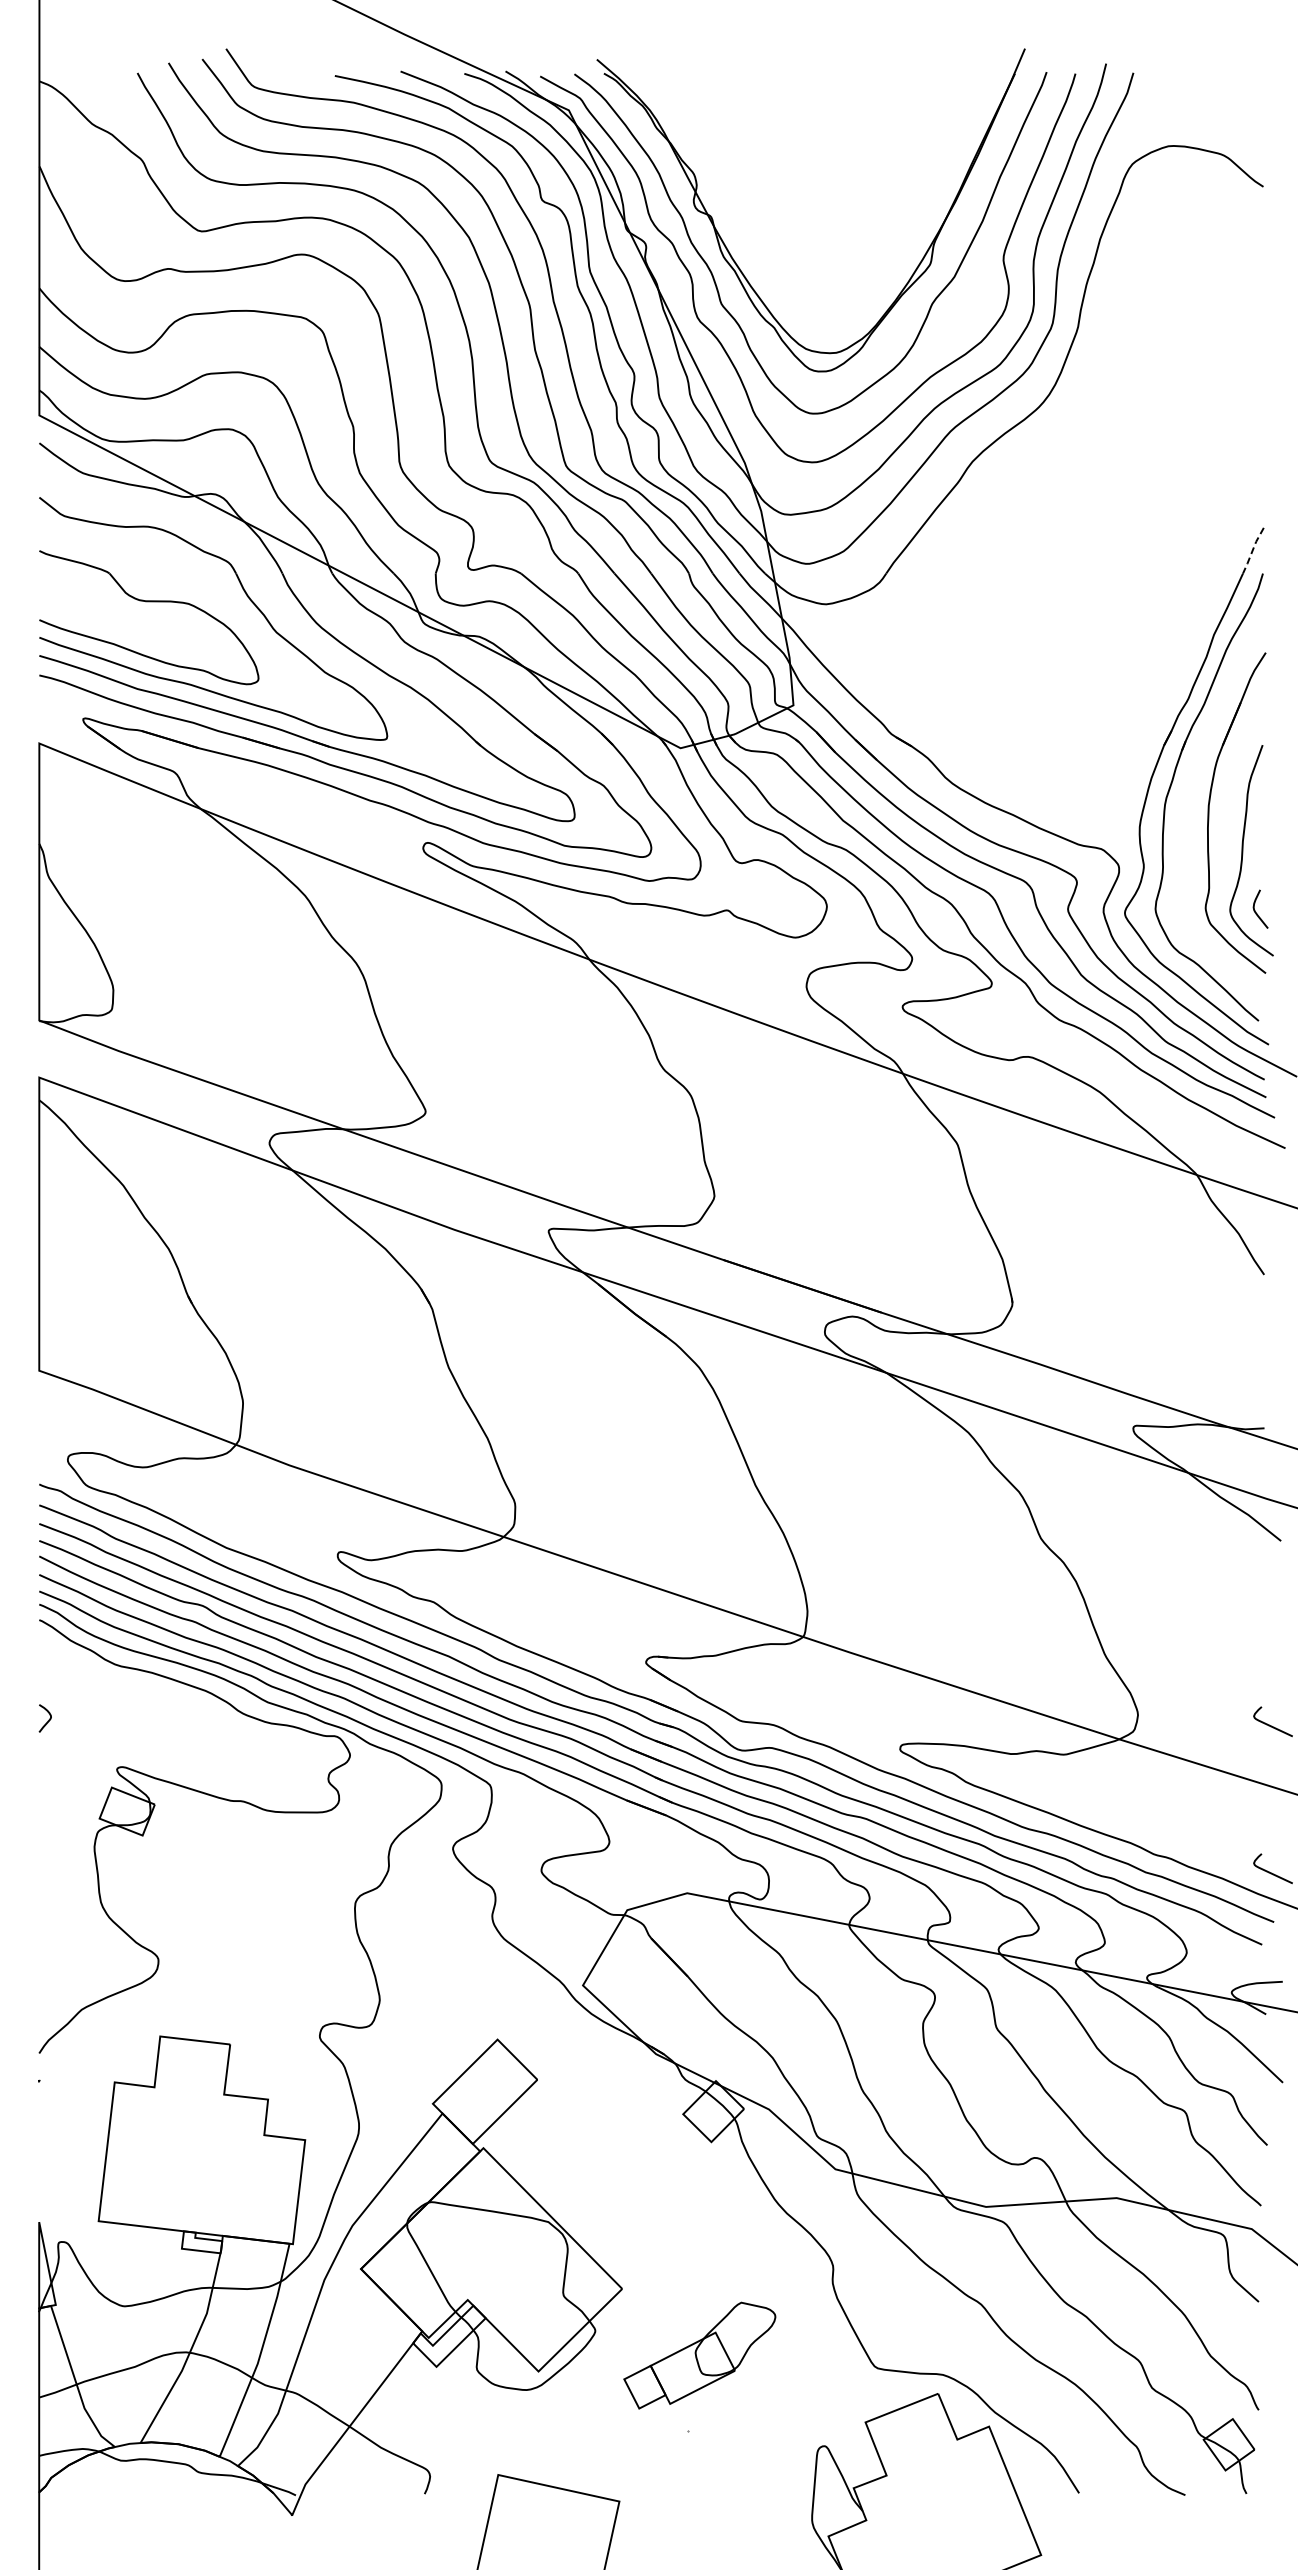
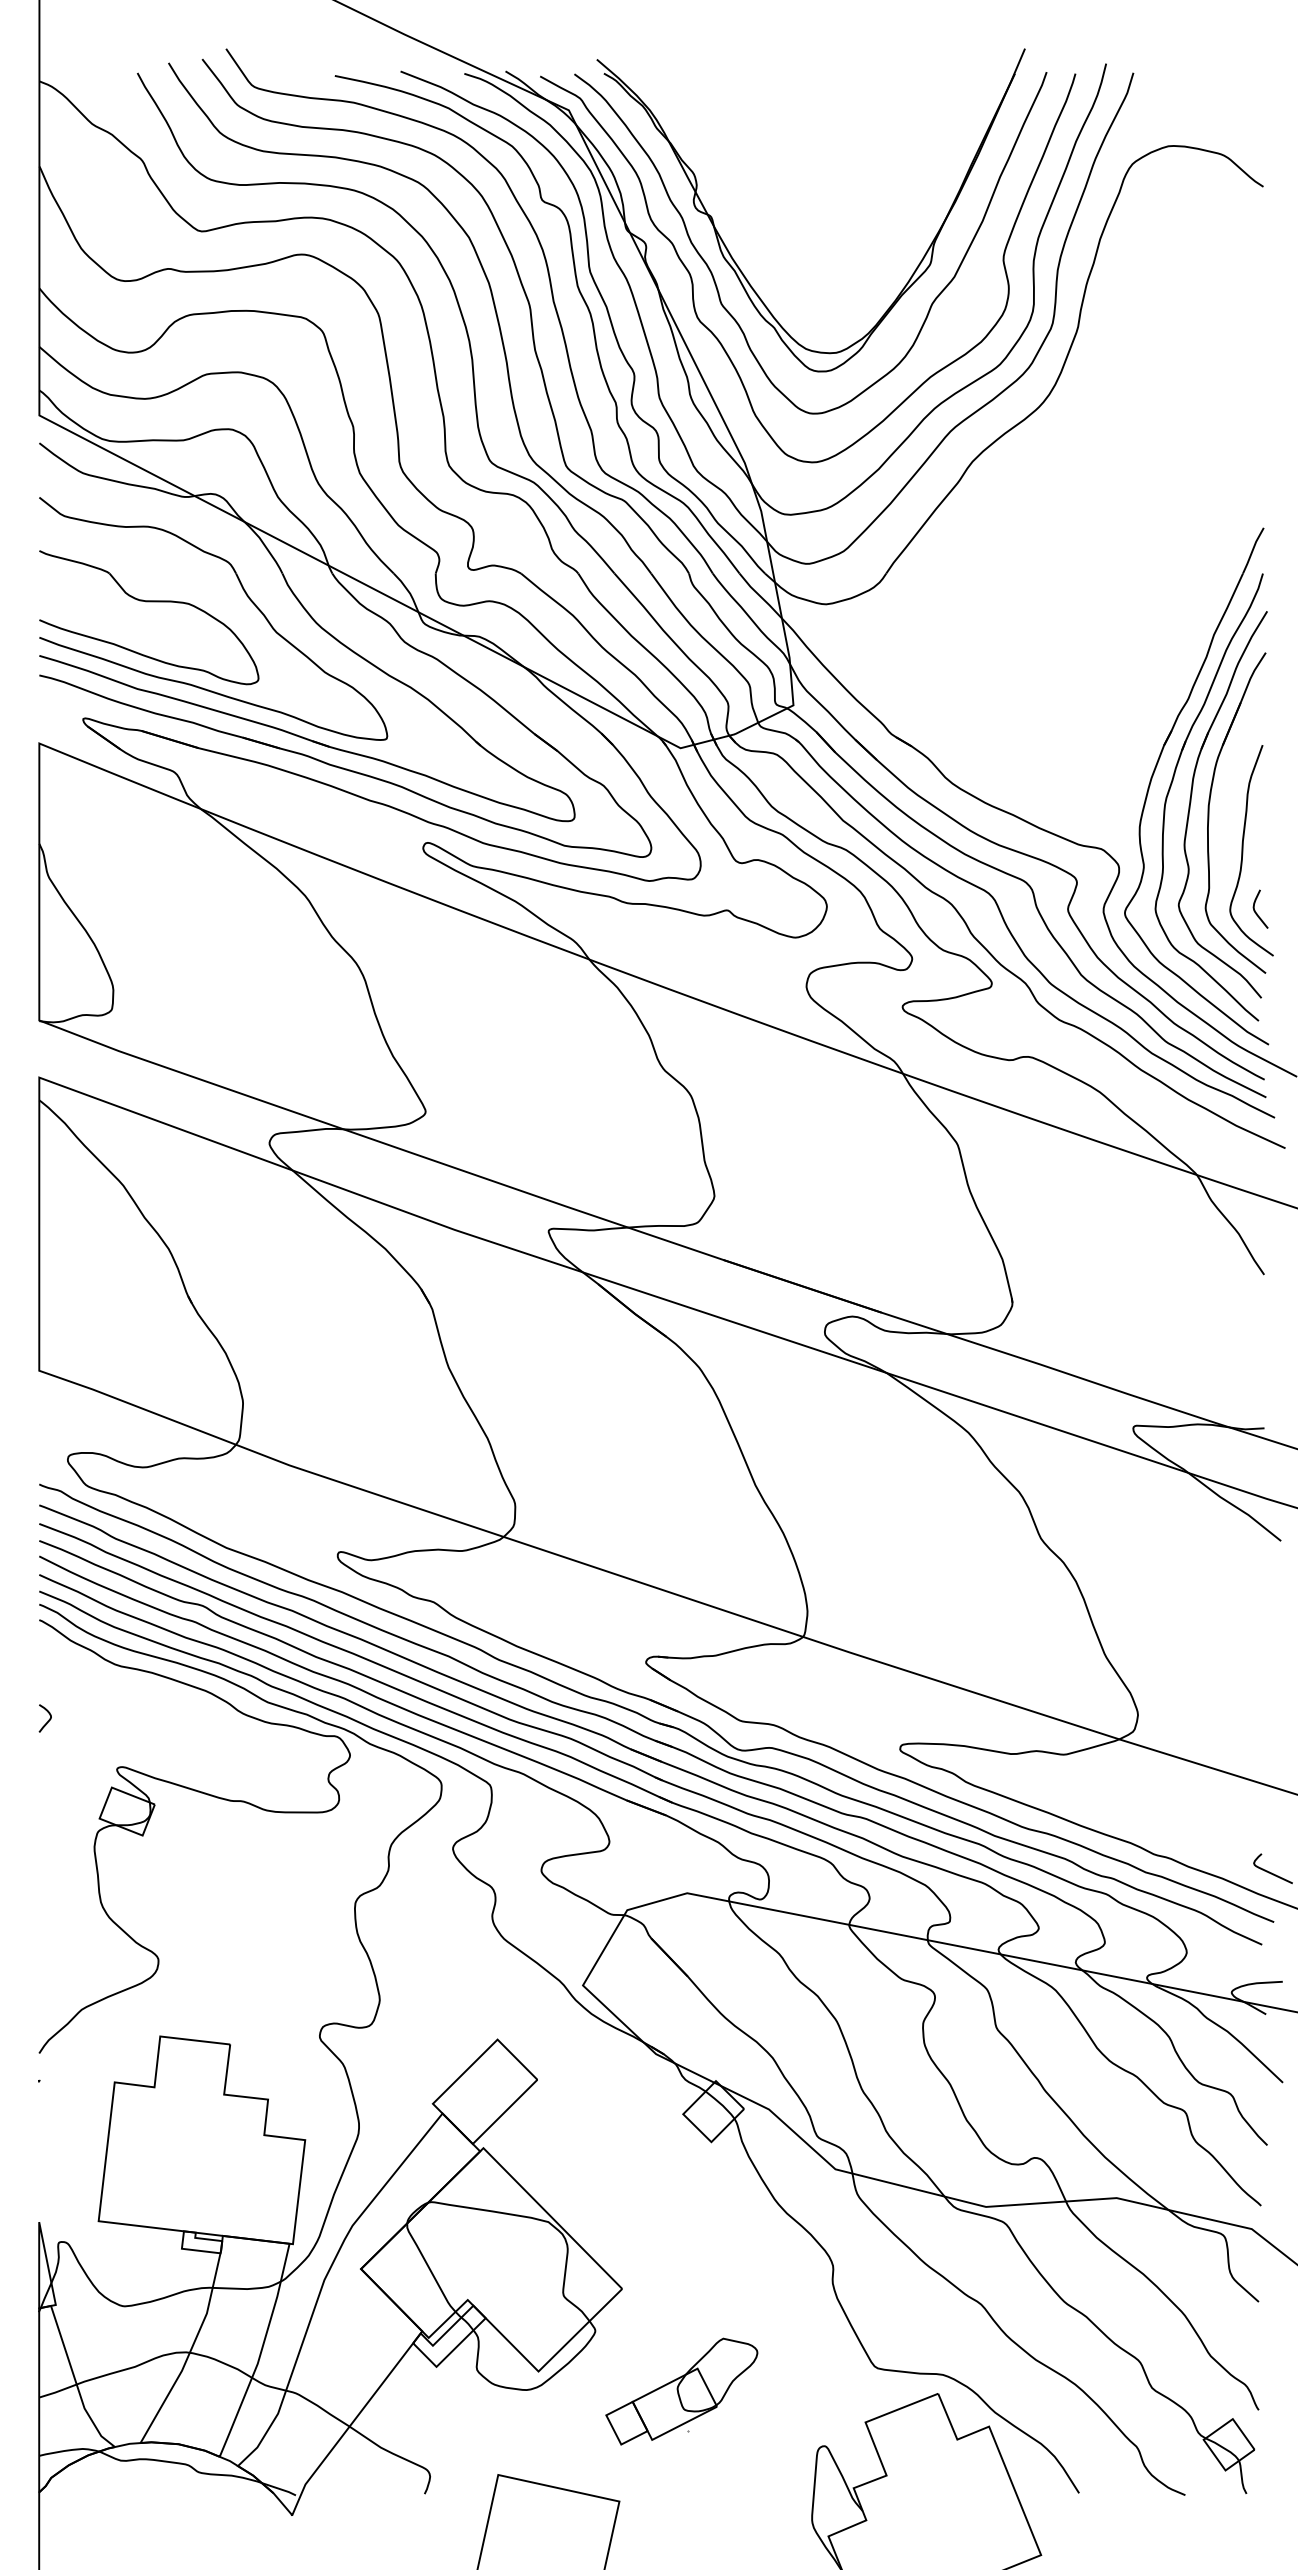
line at (1252, 550): dashed -> solid
part at (1191, 802): none -> present
curve at (1271, 1725): present -> none
part at (699, 2355) position: (699, 2355) -> (681, 2391)
